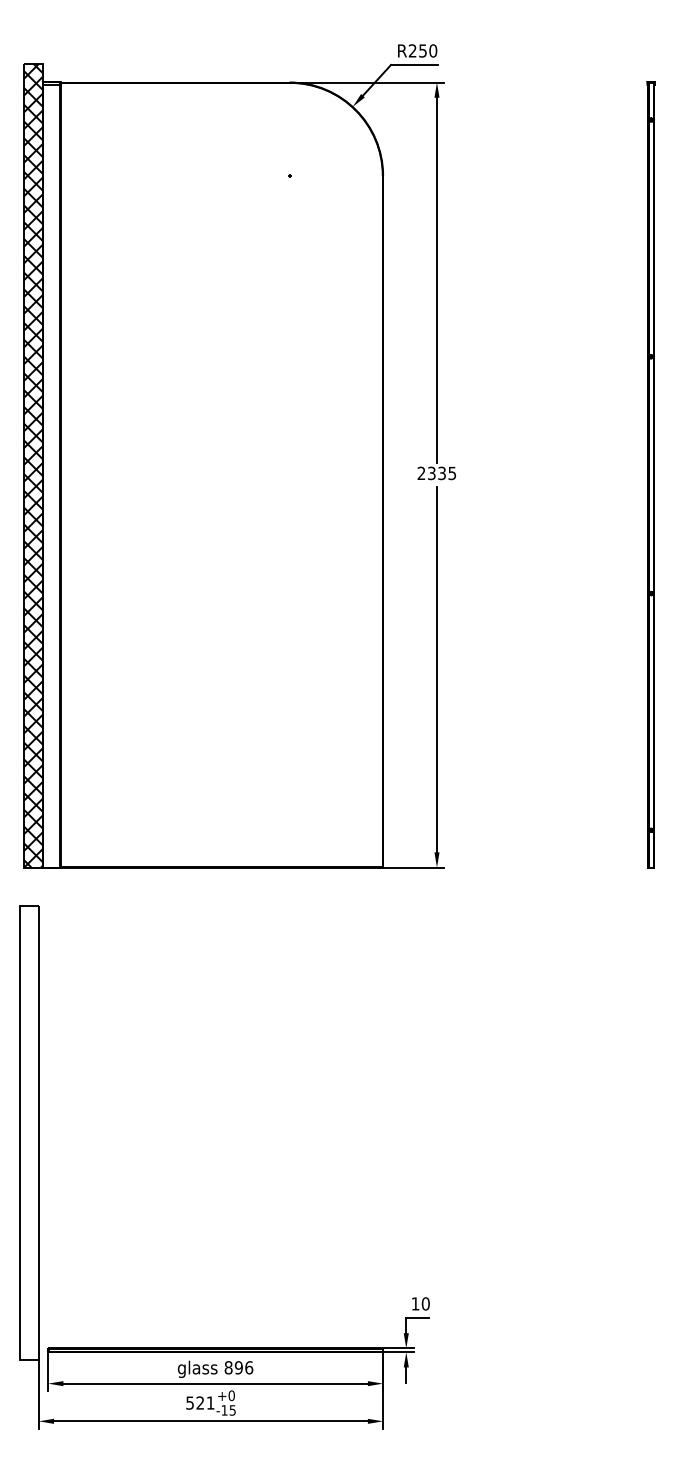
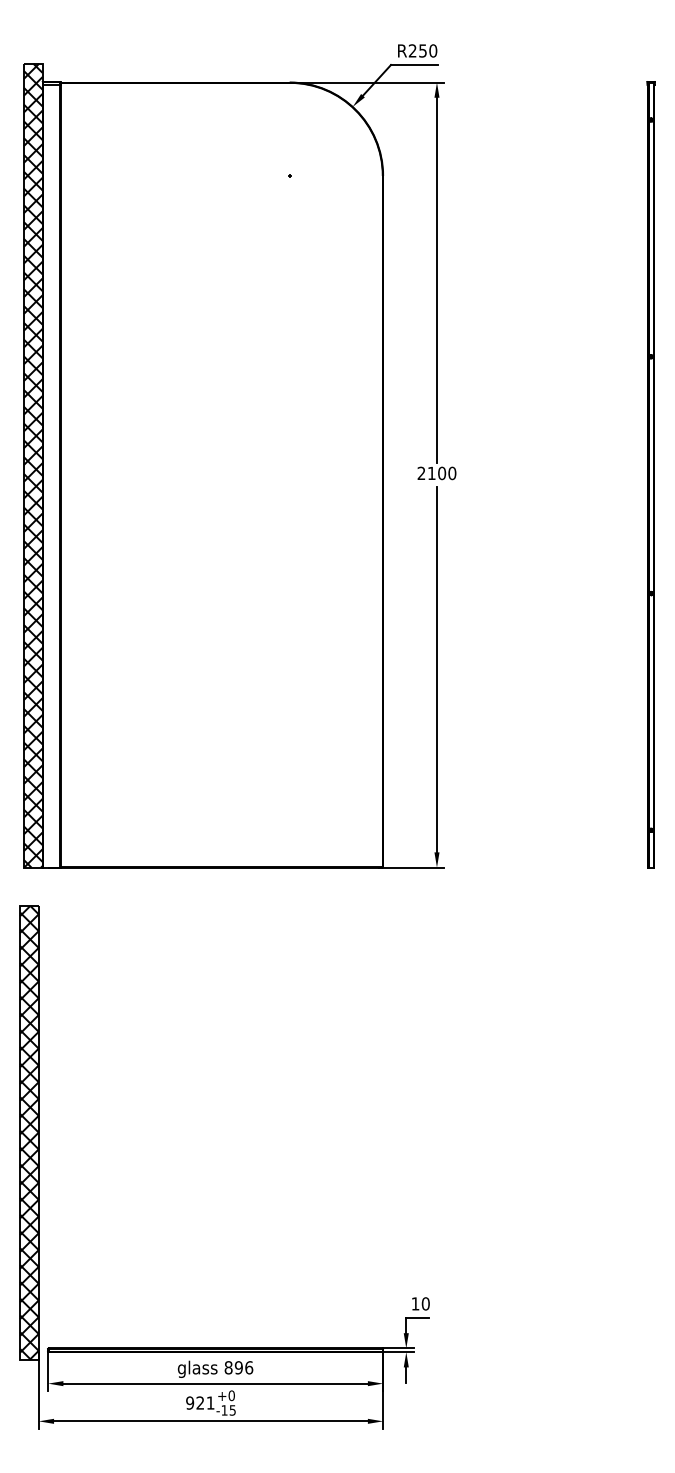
text at (442, 473): 2335 -> 2100
hatch at (29, 1132): none -> present
text at (190, 1402): 521 -> 921
